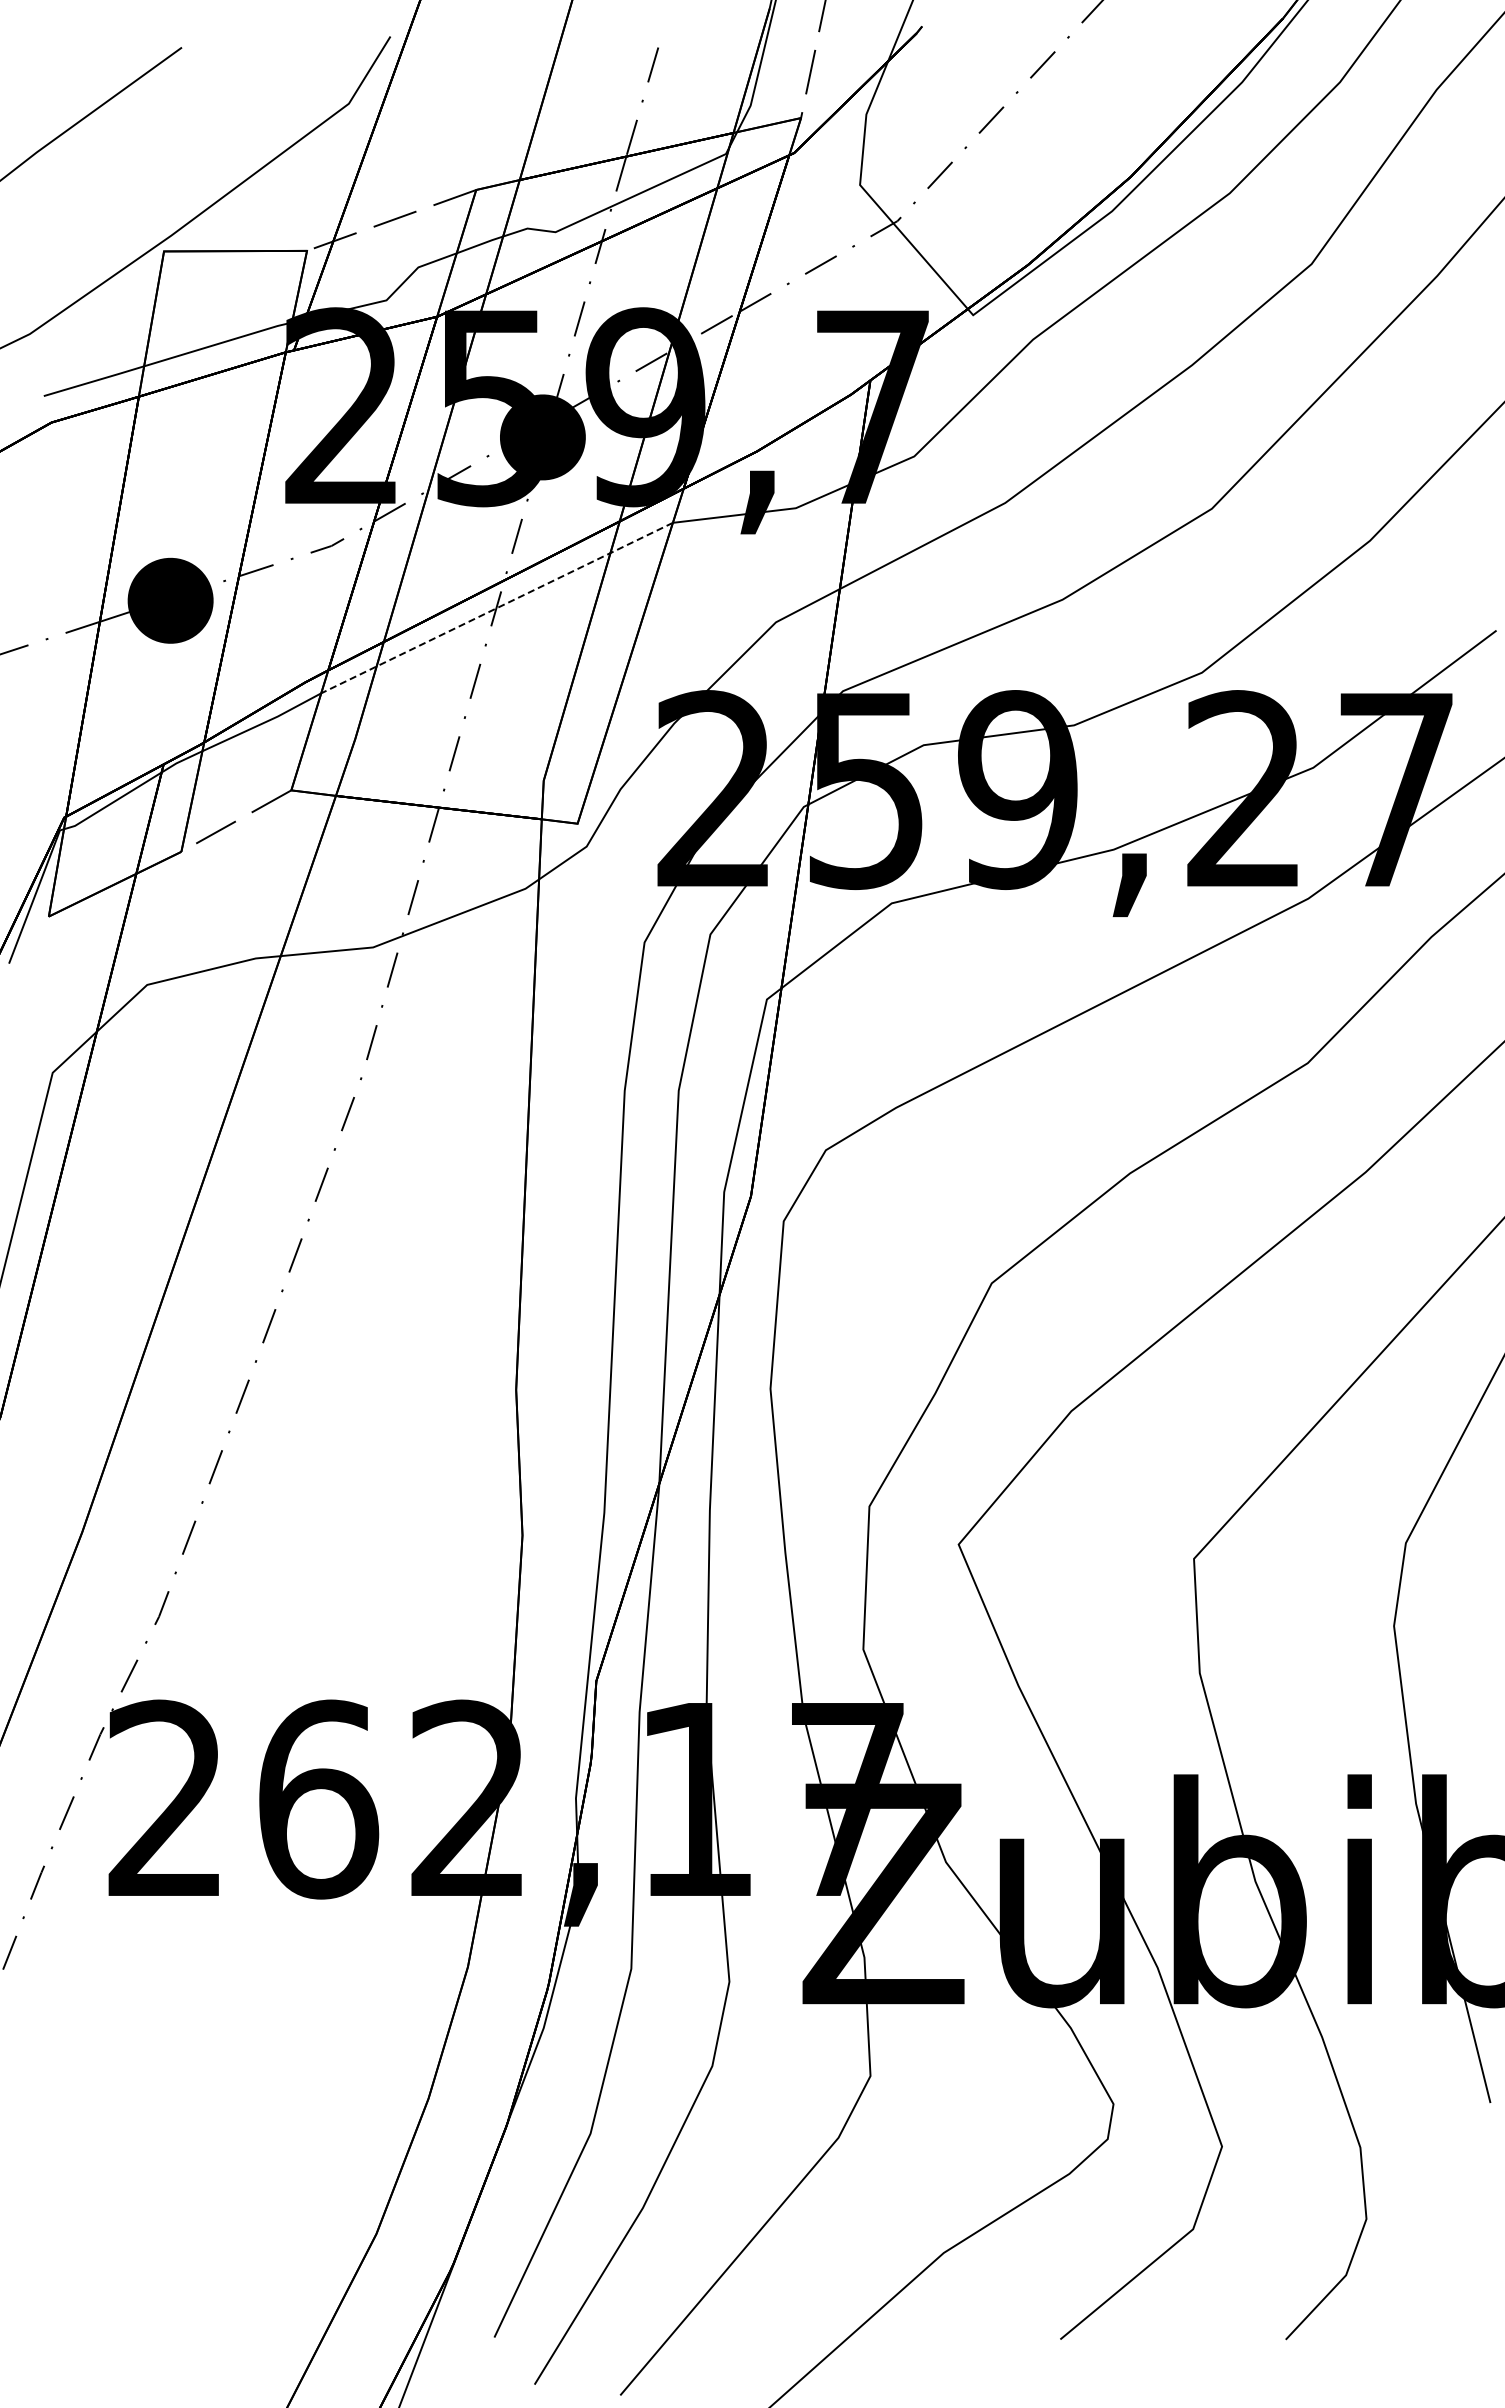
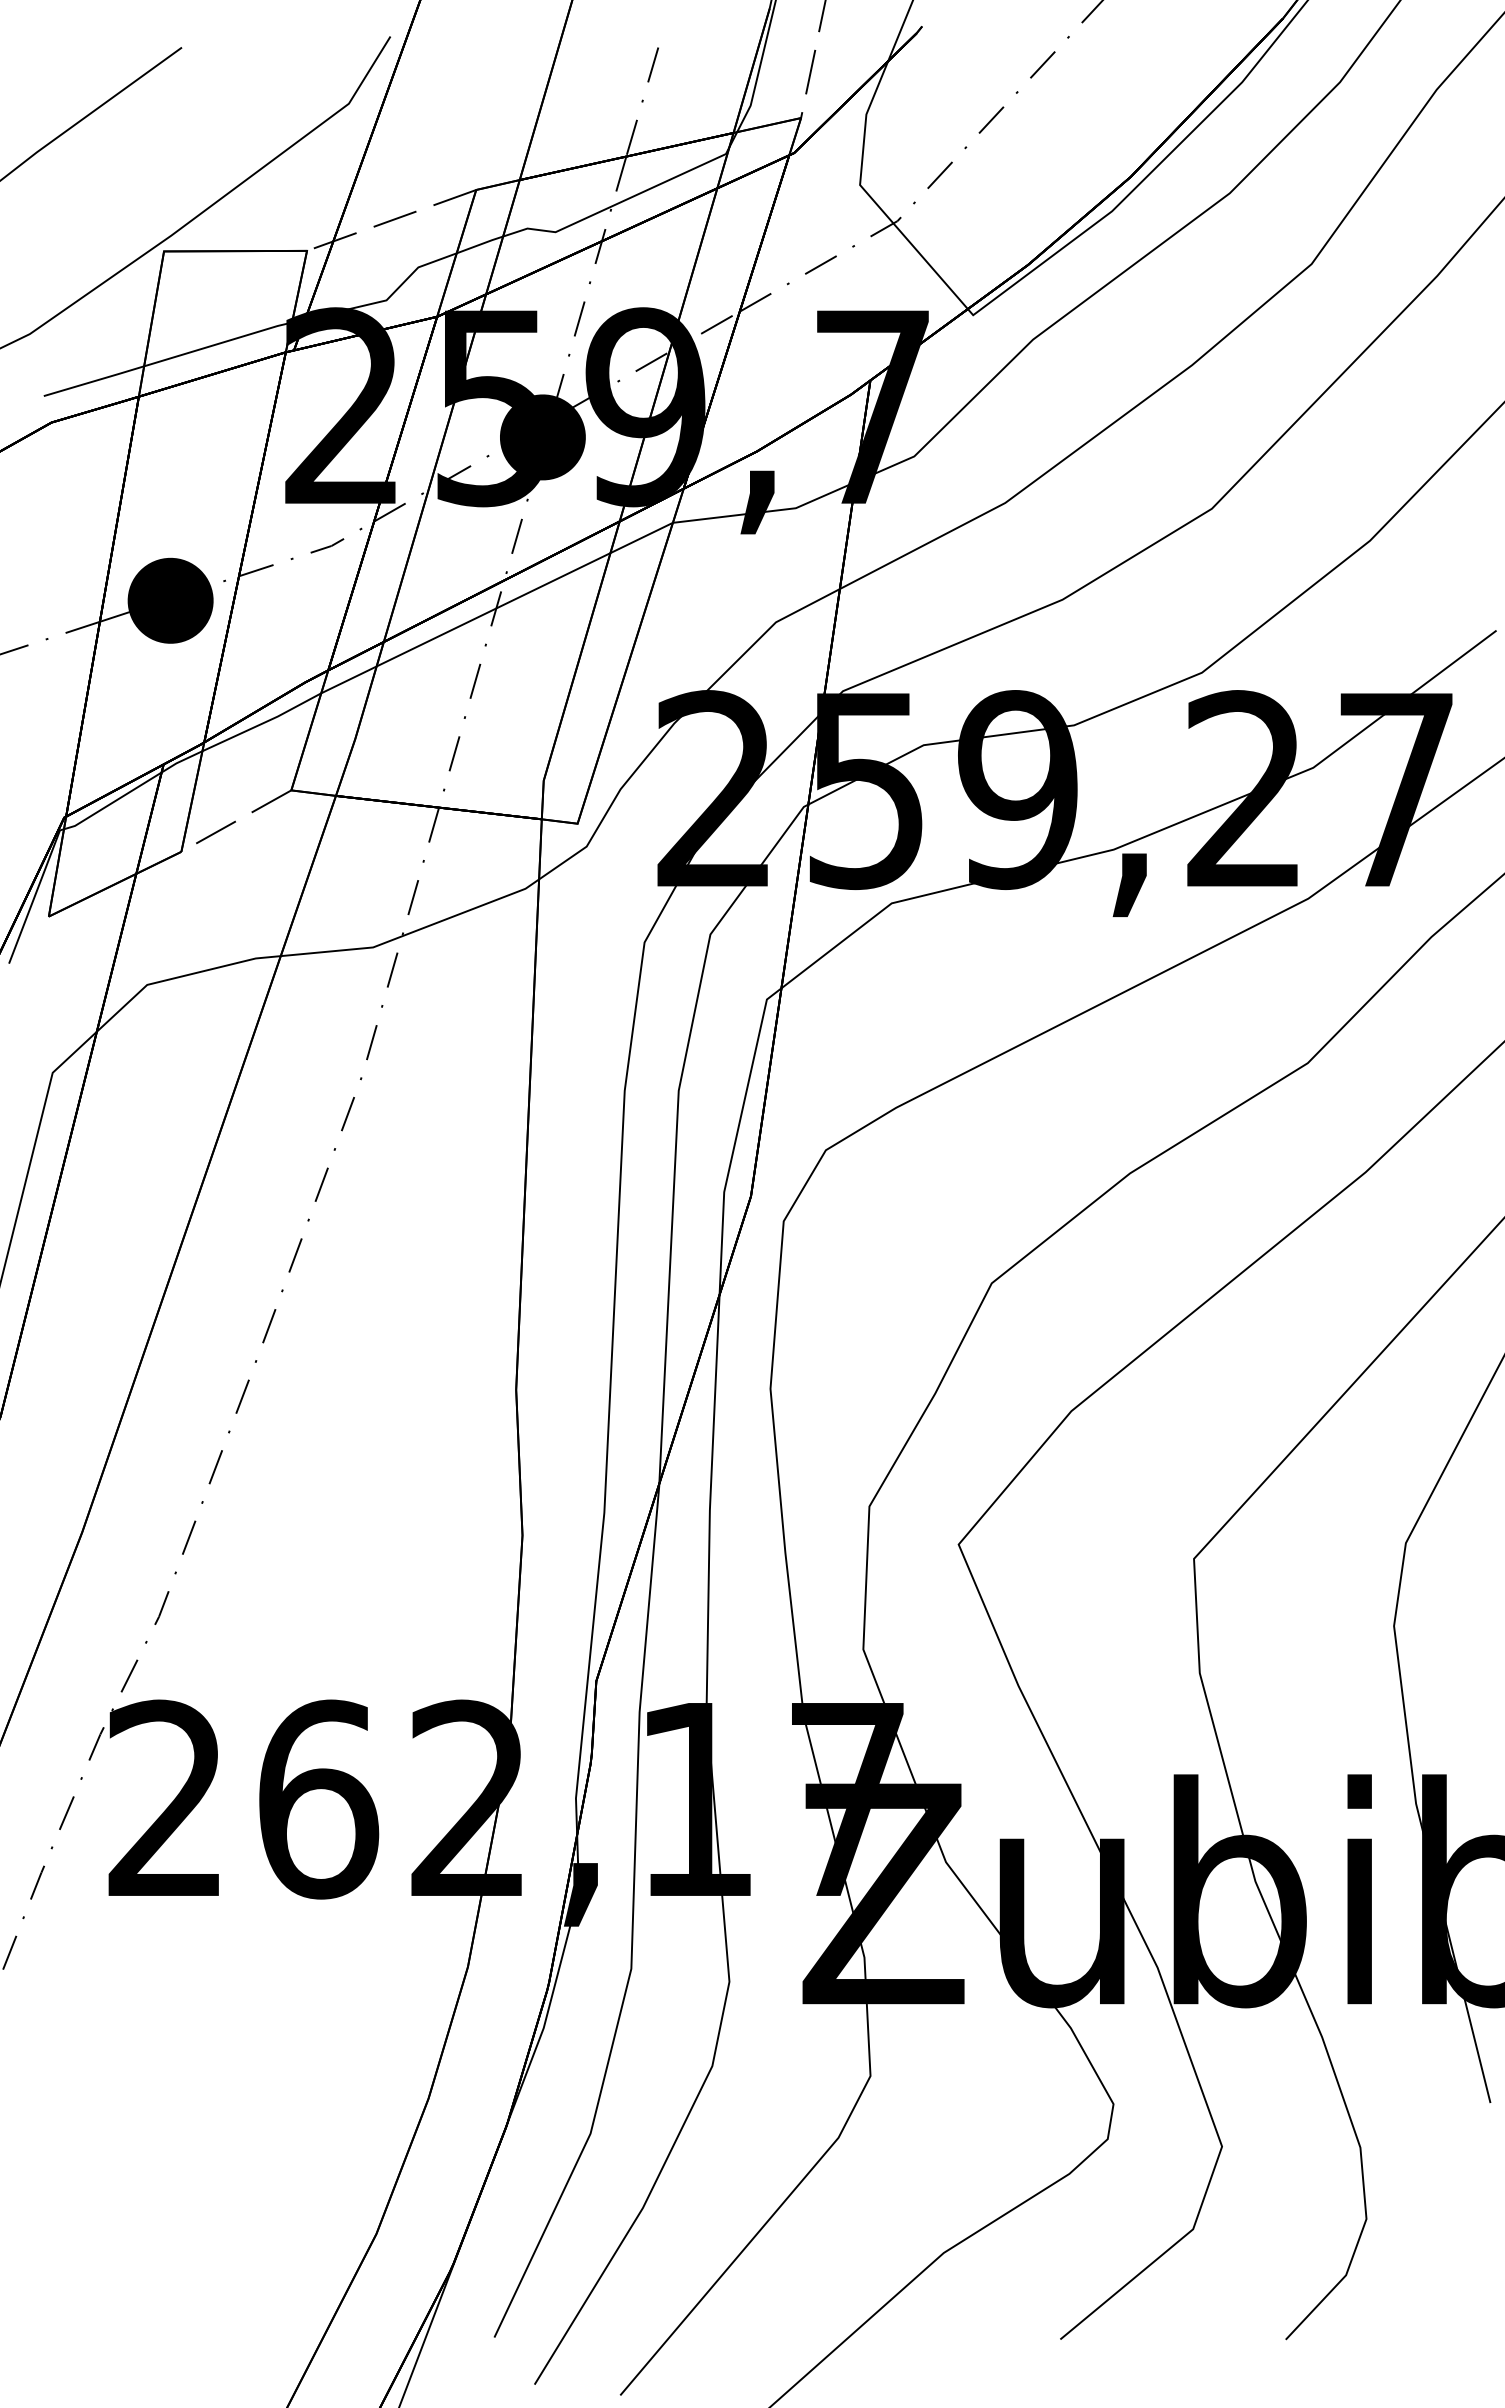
line at (496, 608): dashed -> solid
